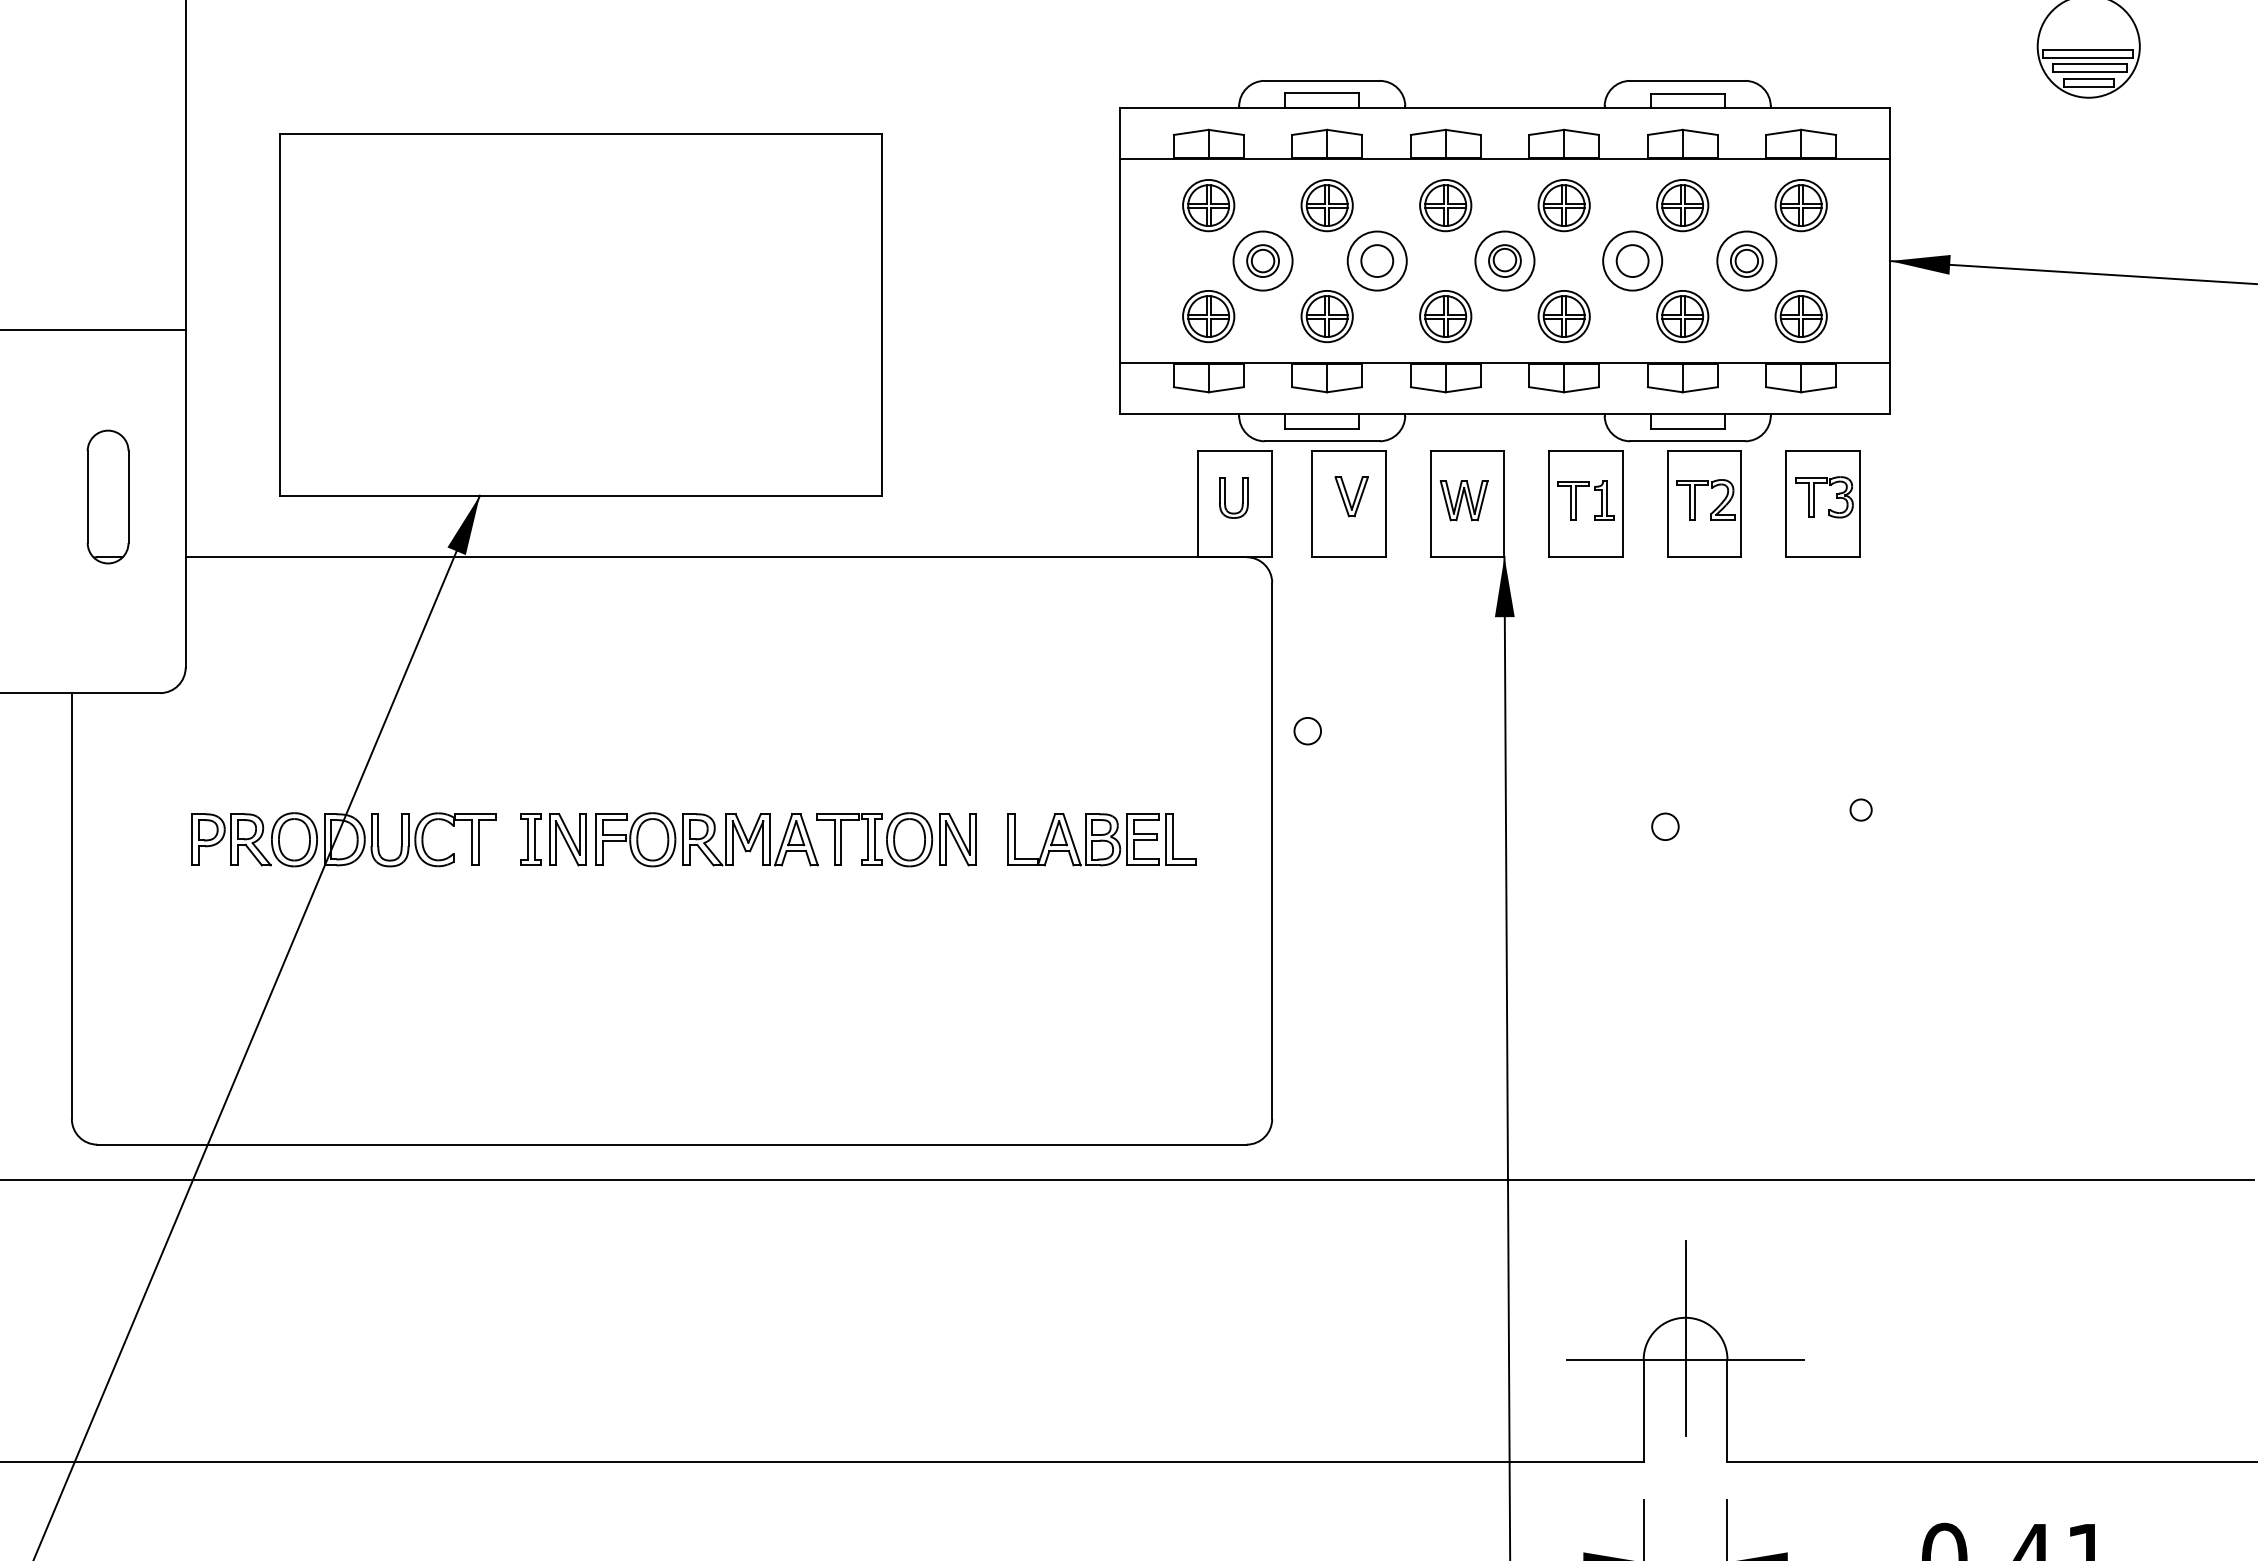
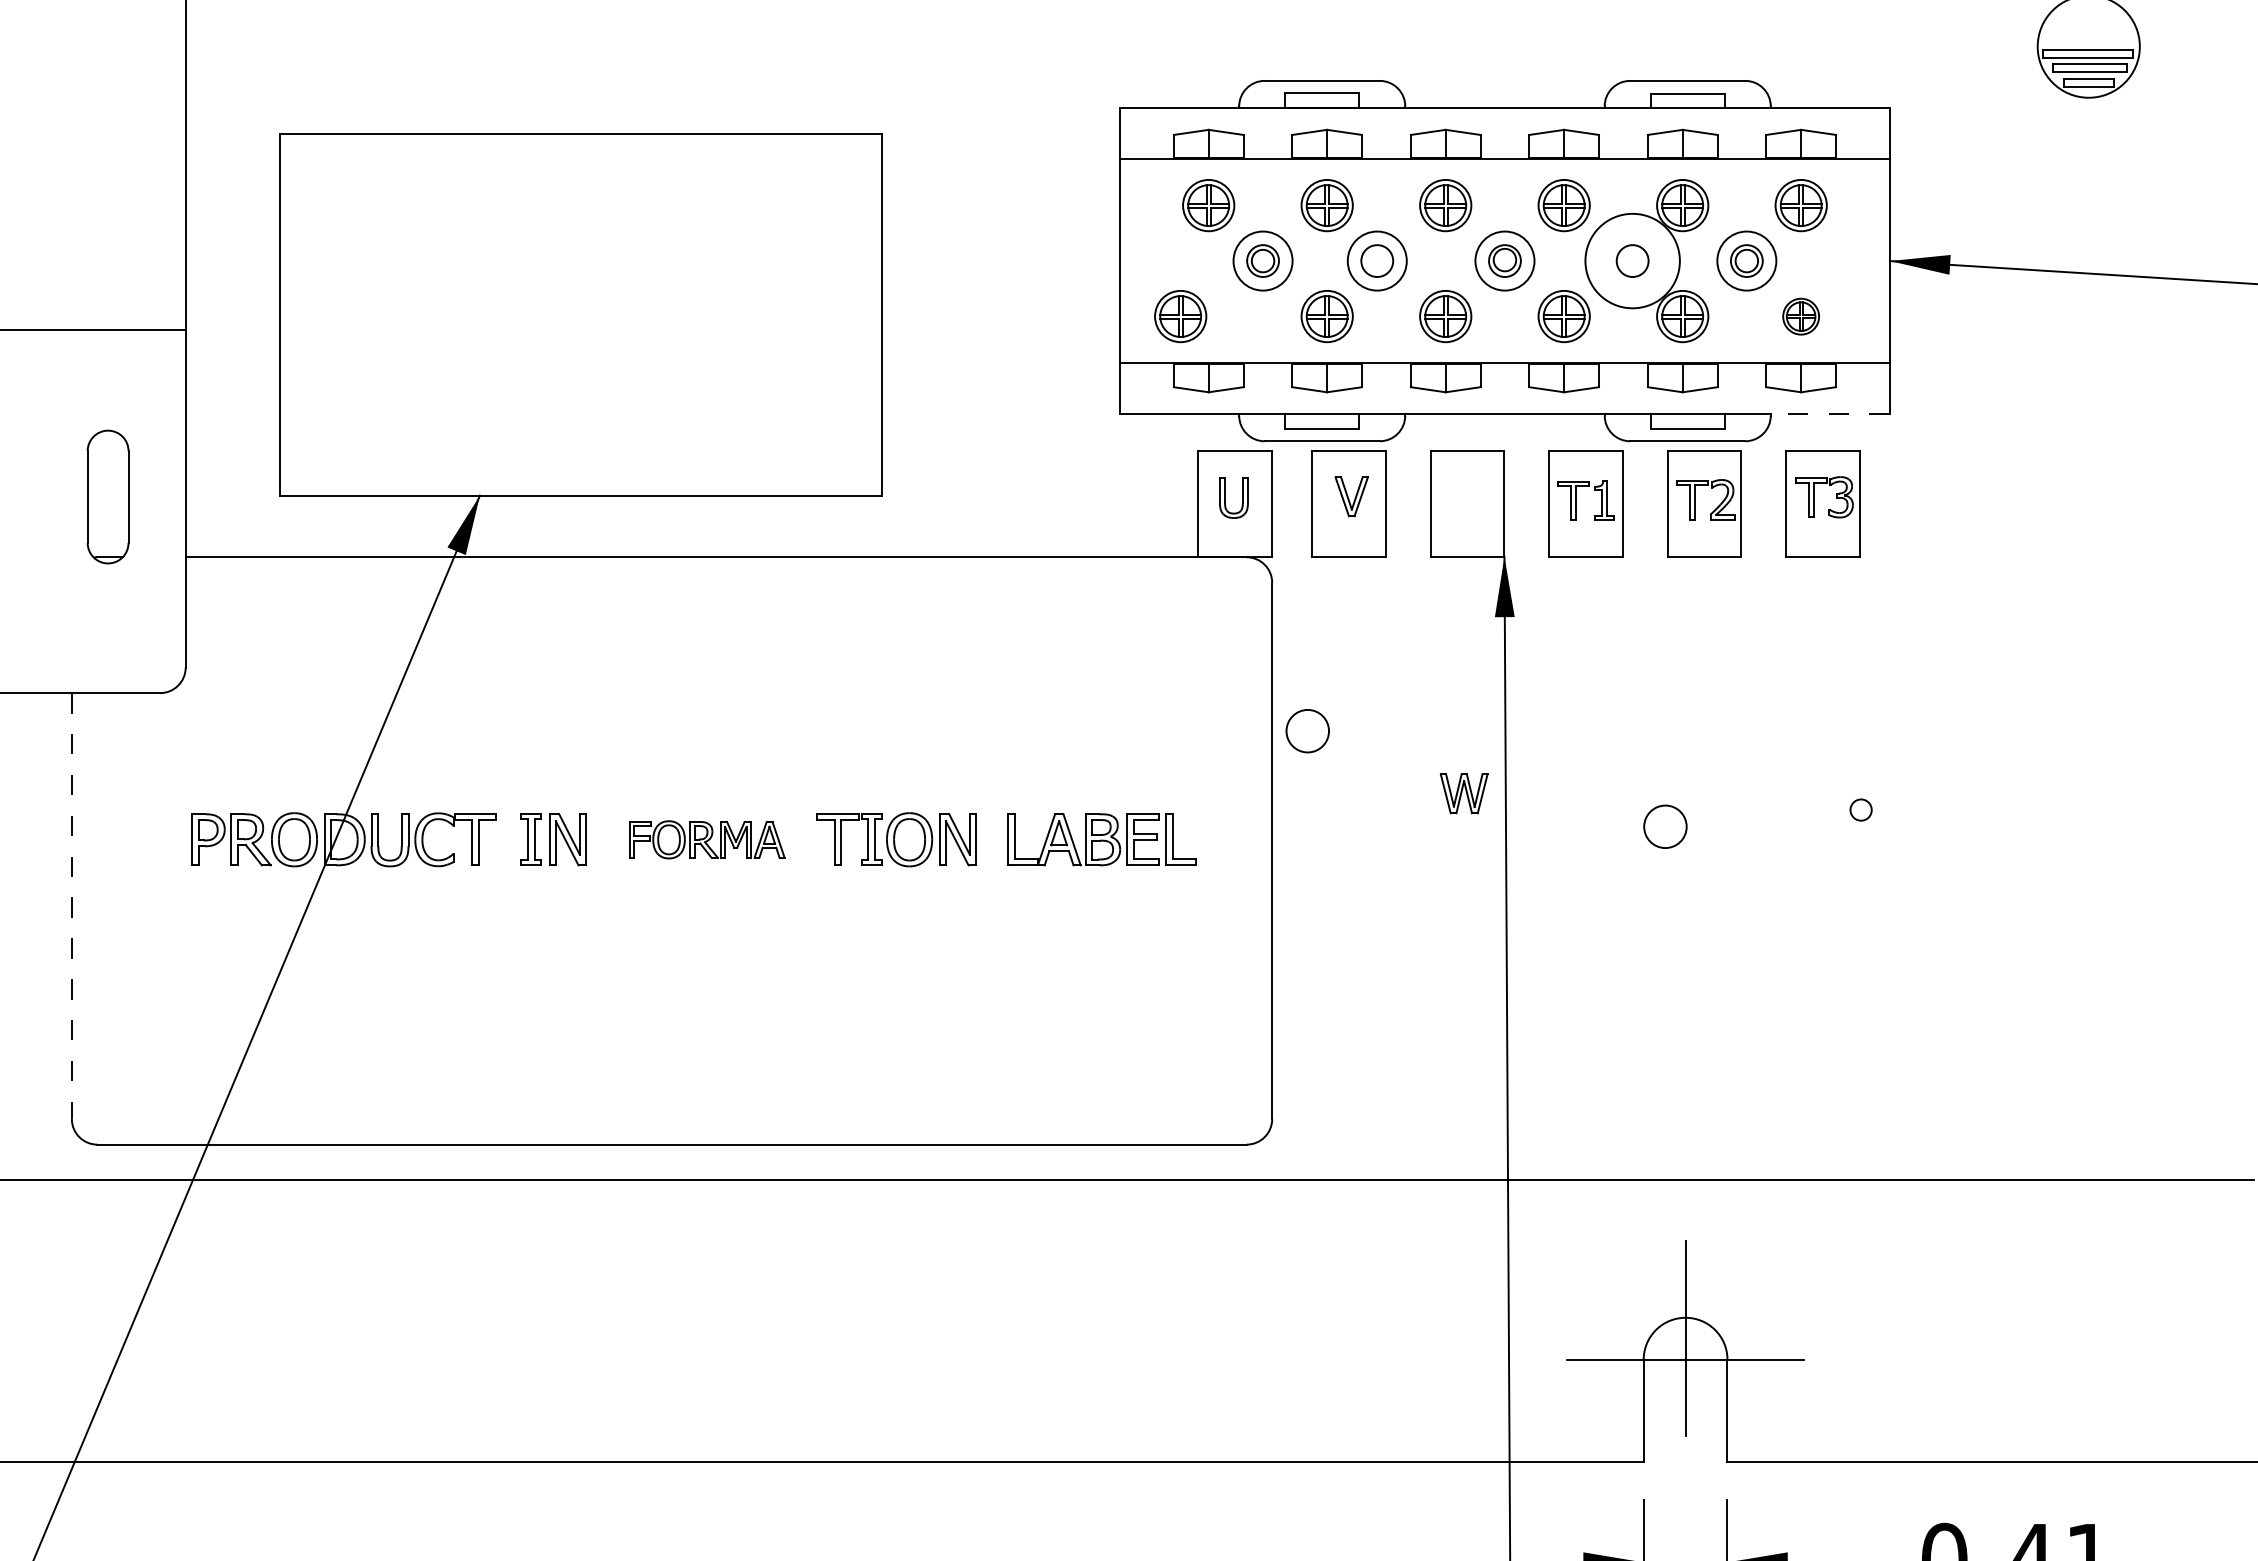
circle at (1632, 260) diameter: 59 px -> 94 px
part at (1208, 316) position: (1208, 316) -> (1180, 316)
part at (1800, 316) size: 54x54 px -> 38x39 px
line at (1830, 414): solid -> dashed
part at (1463, 500) position: (1463, 500) -> (1463, 793)
circle at (1307, 730) diameter: 27 px -> 42 px
circle at (1665, 826) diameter: 27 px -> 42 px
part at (706, 839) size: 224x56 px -> 157x40 px
line at (71, 906): solid -> dashed
